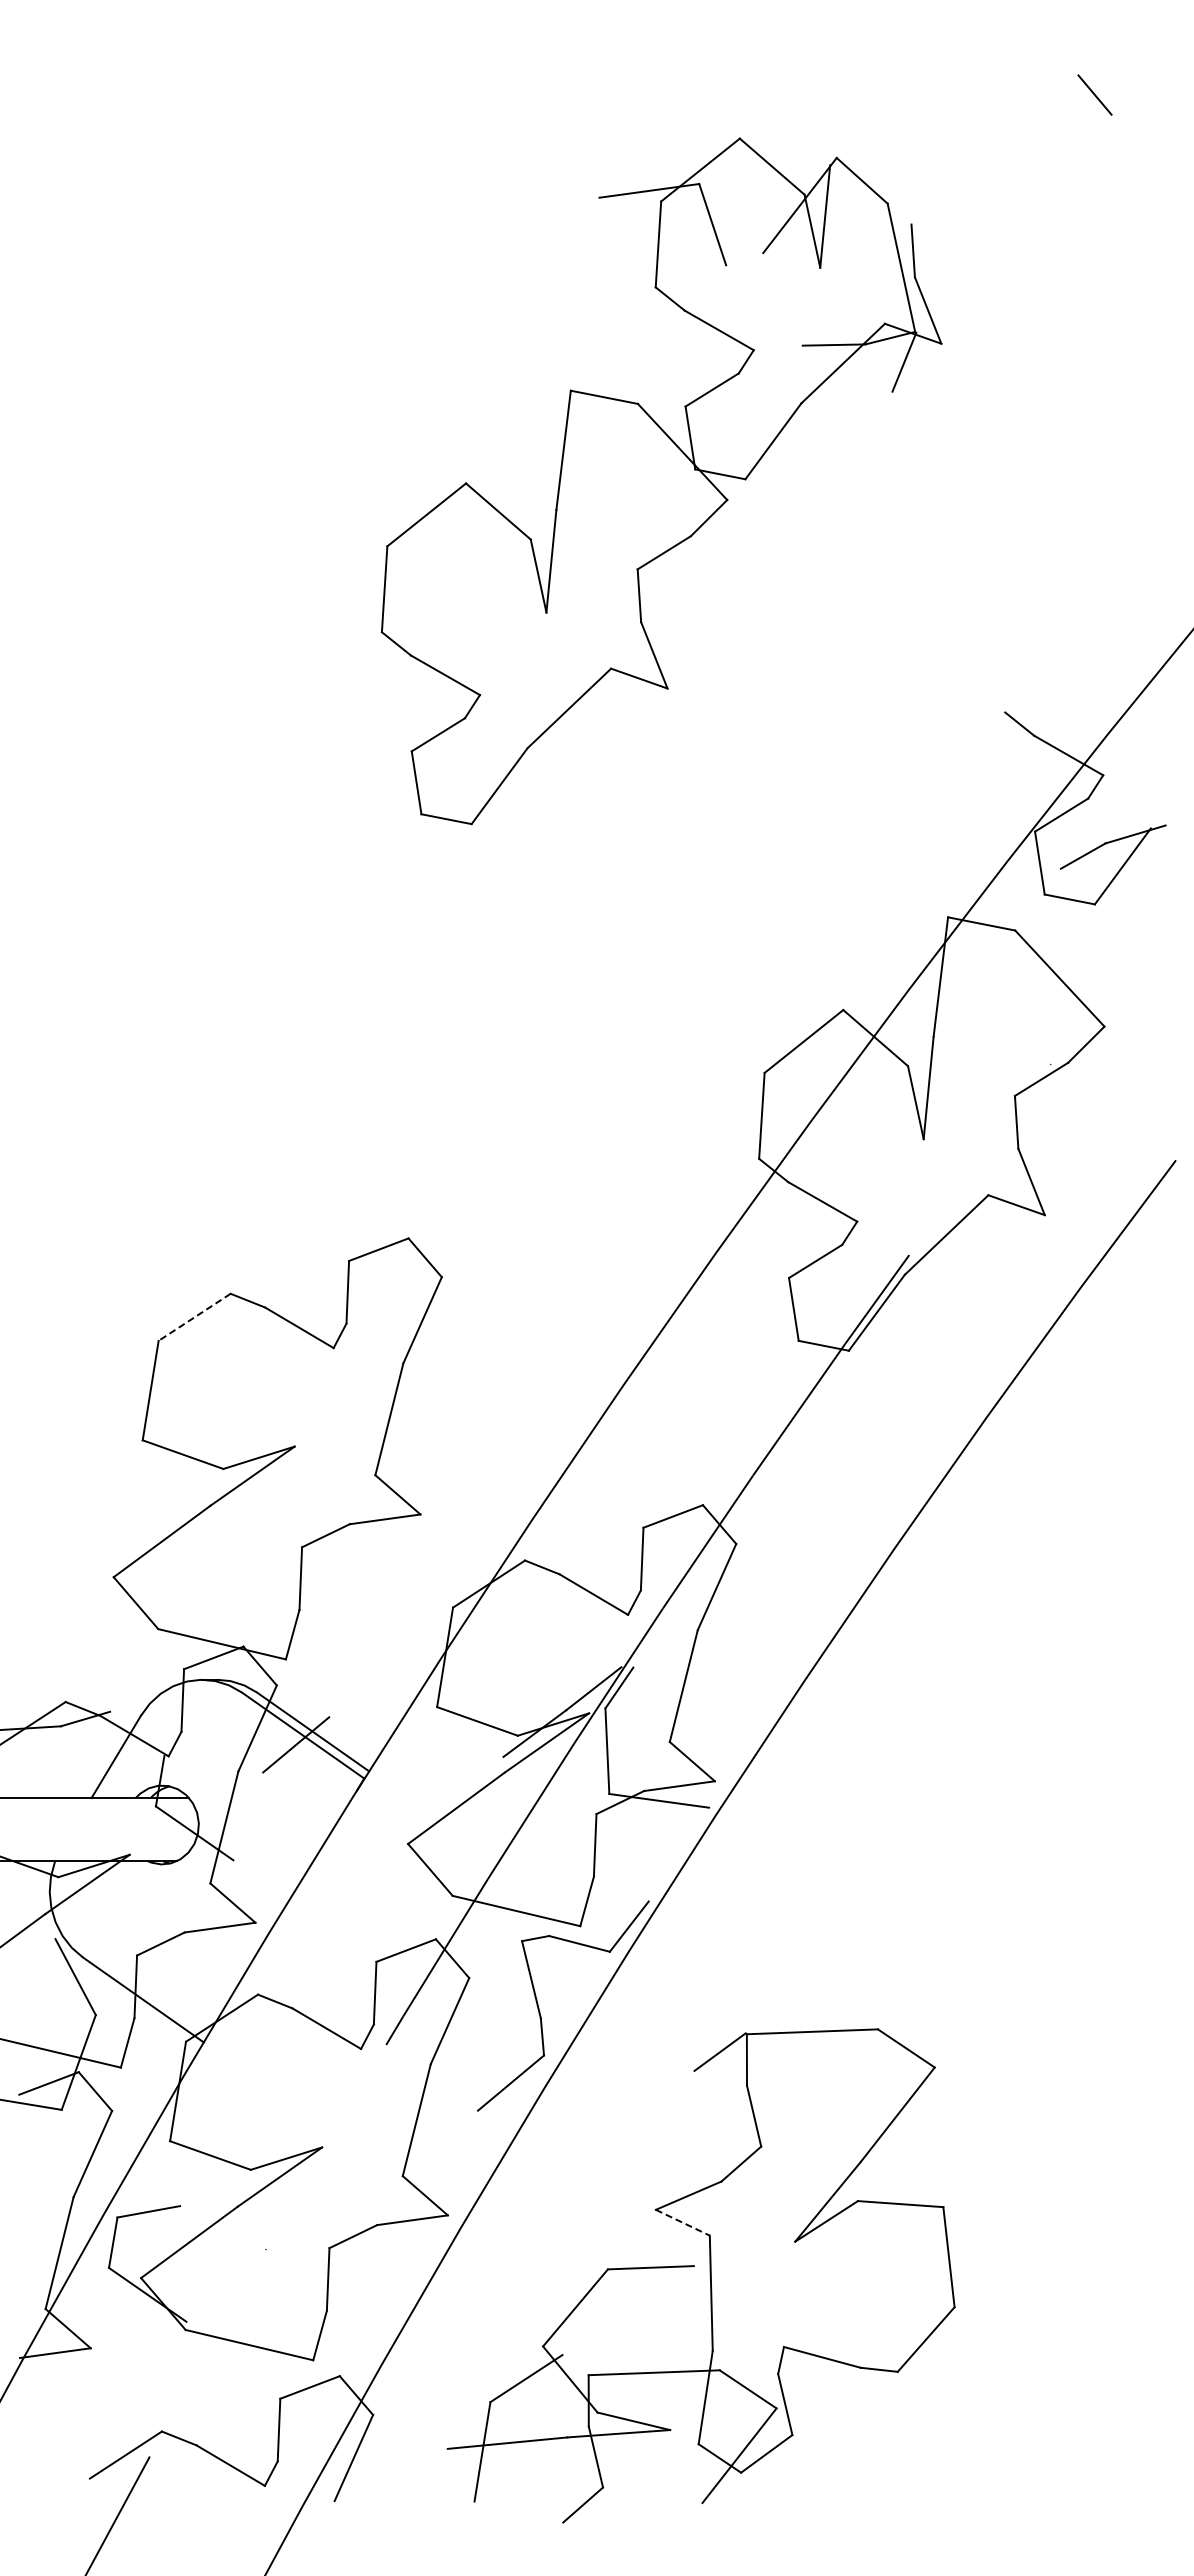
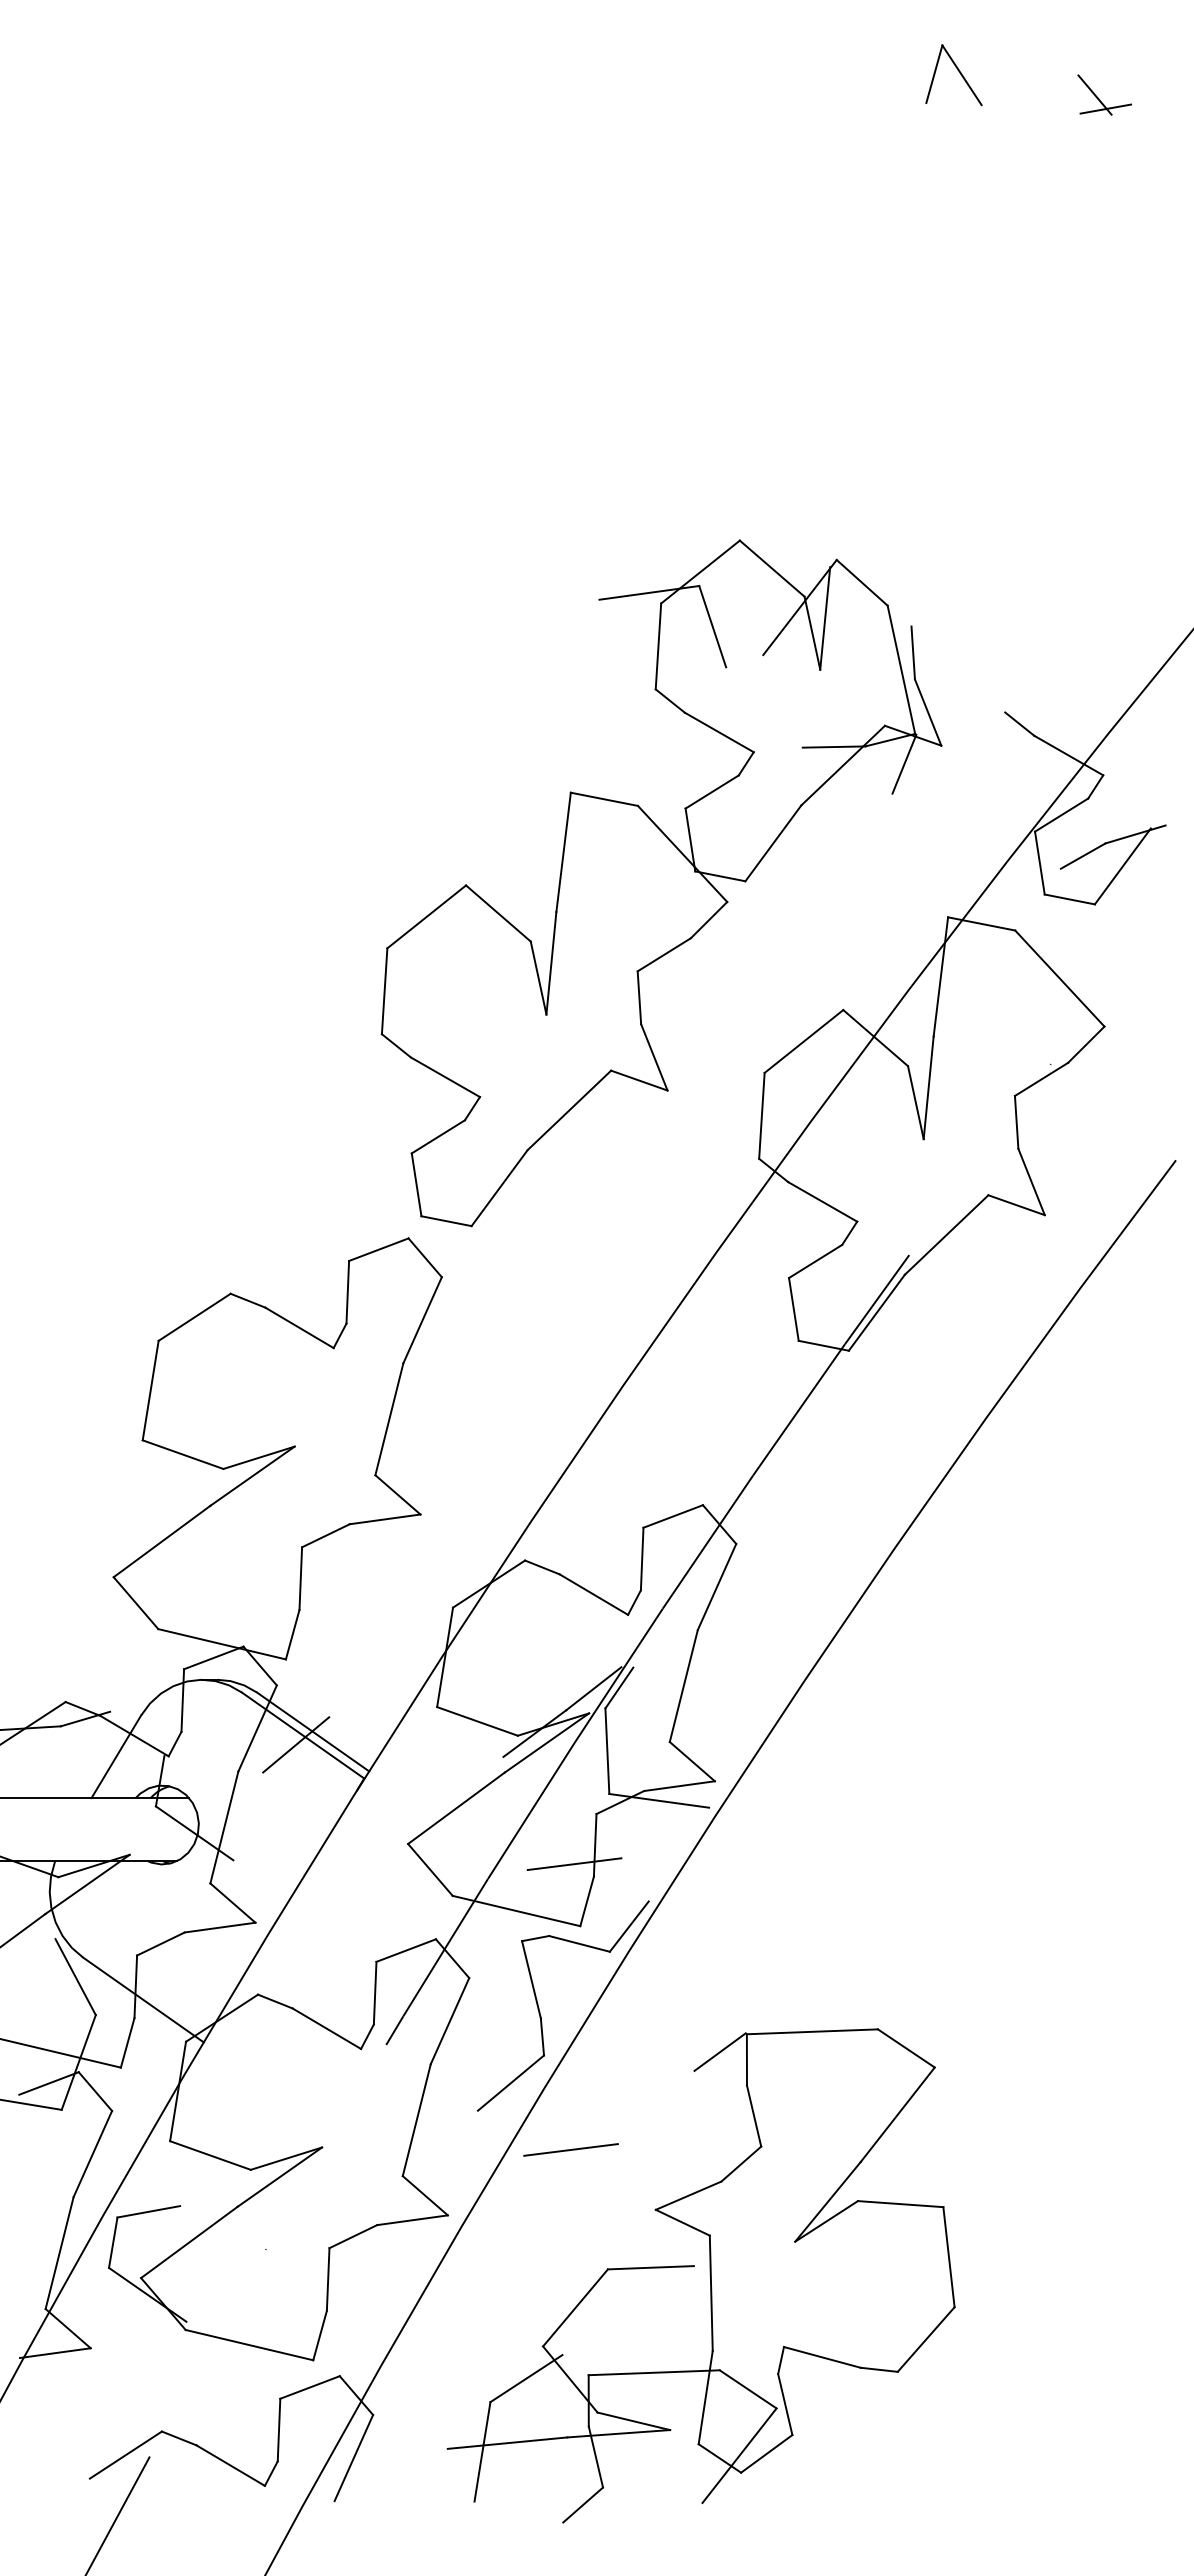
part at (959, 73): none -> present
line at (1105, 108): none -> present
part at (661, 481) position: (661, 481) -> (661, 883)
line at (194, 1317): dashed -> solid
line at (574, 1864): none -> present
line at (570, 2149): none -> present
line at (682, 2222): dashed -> solid
